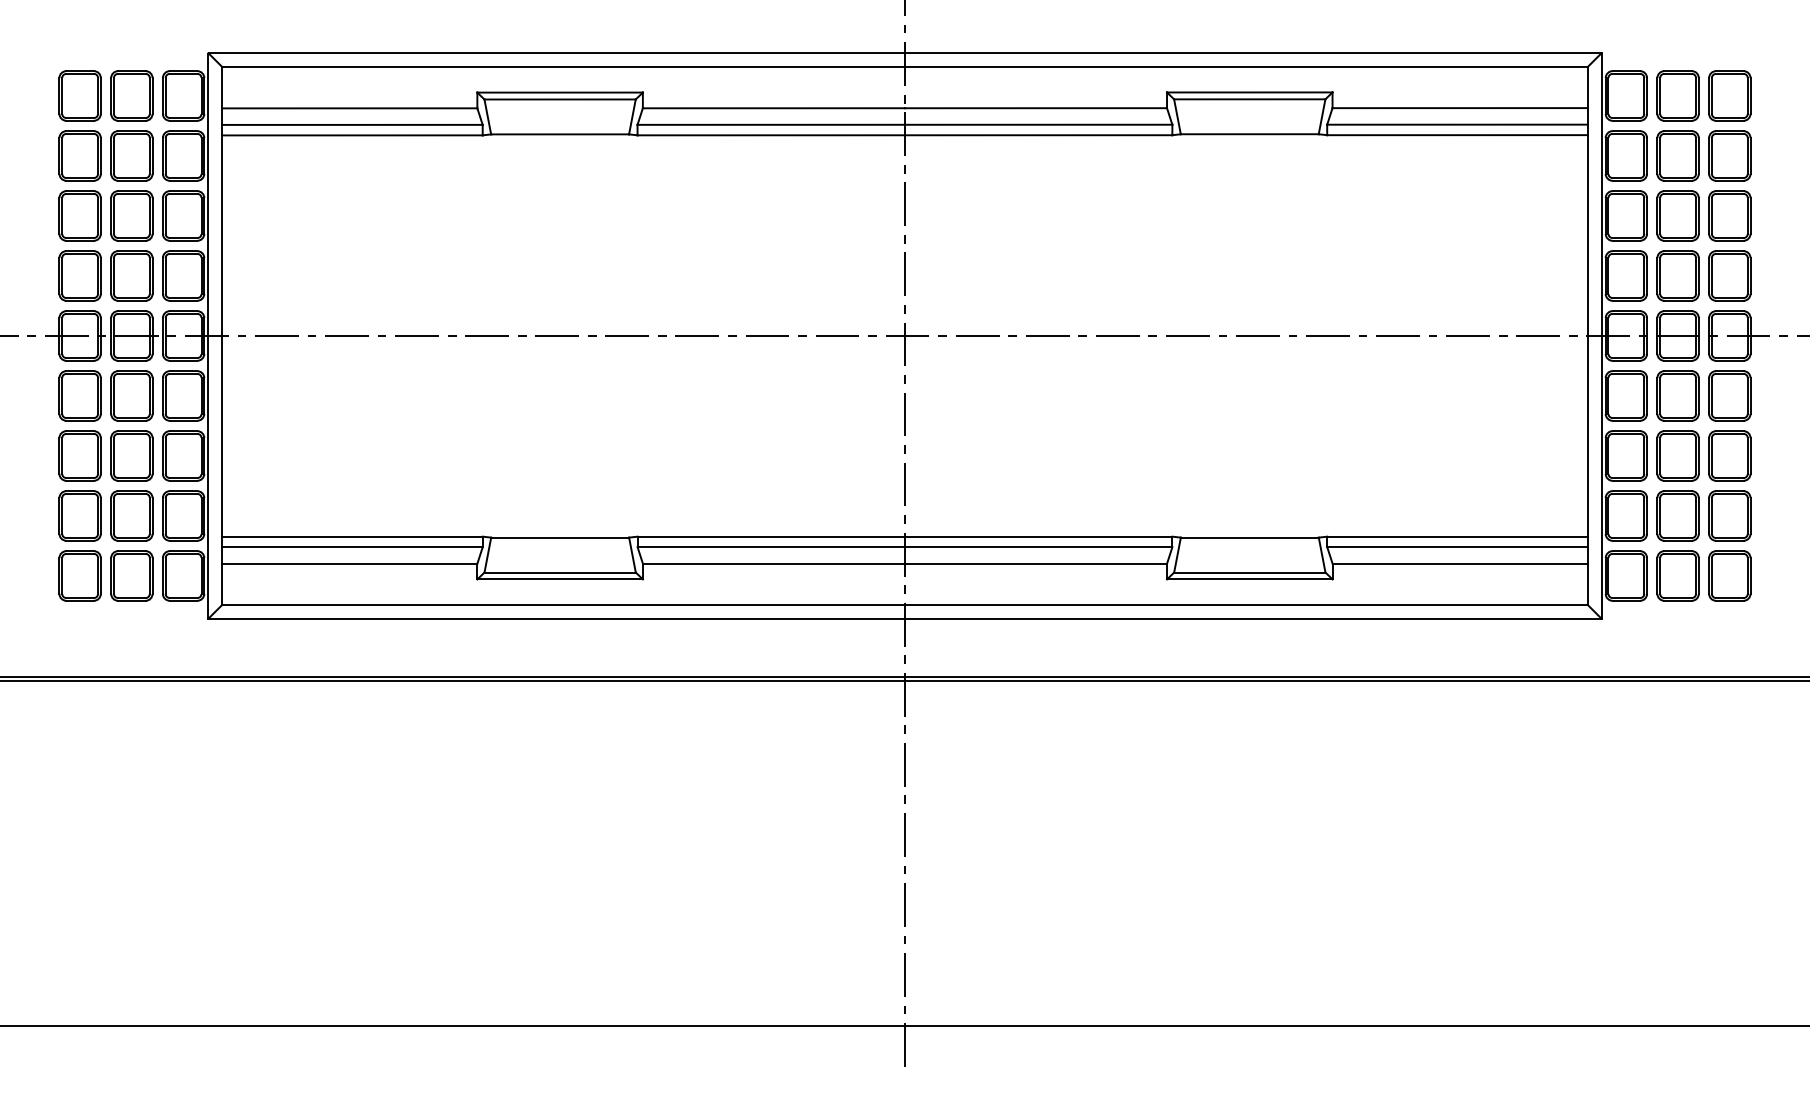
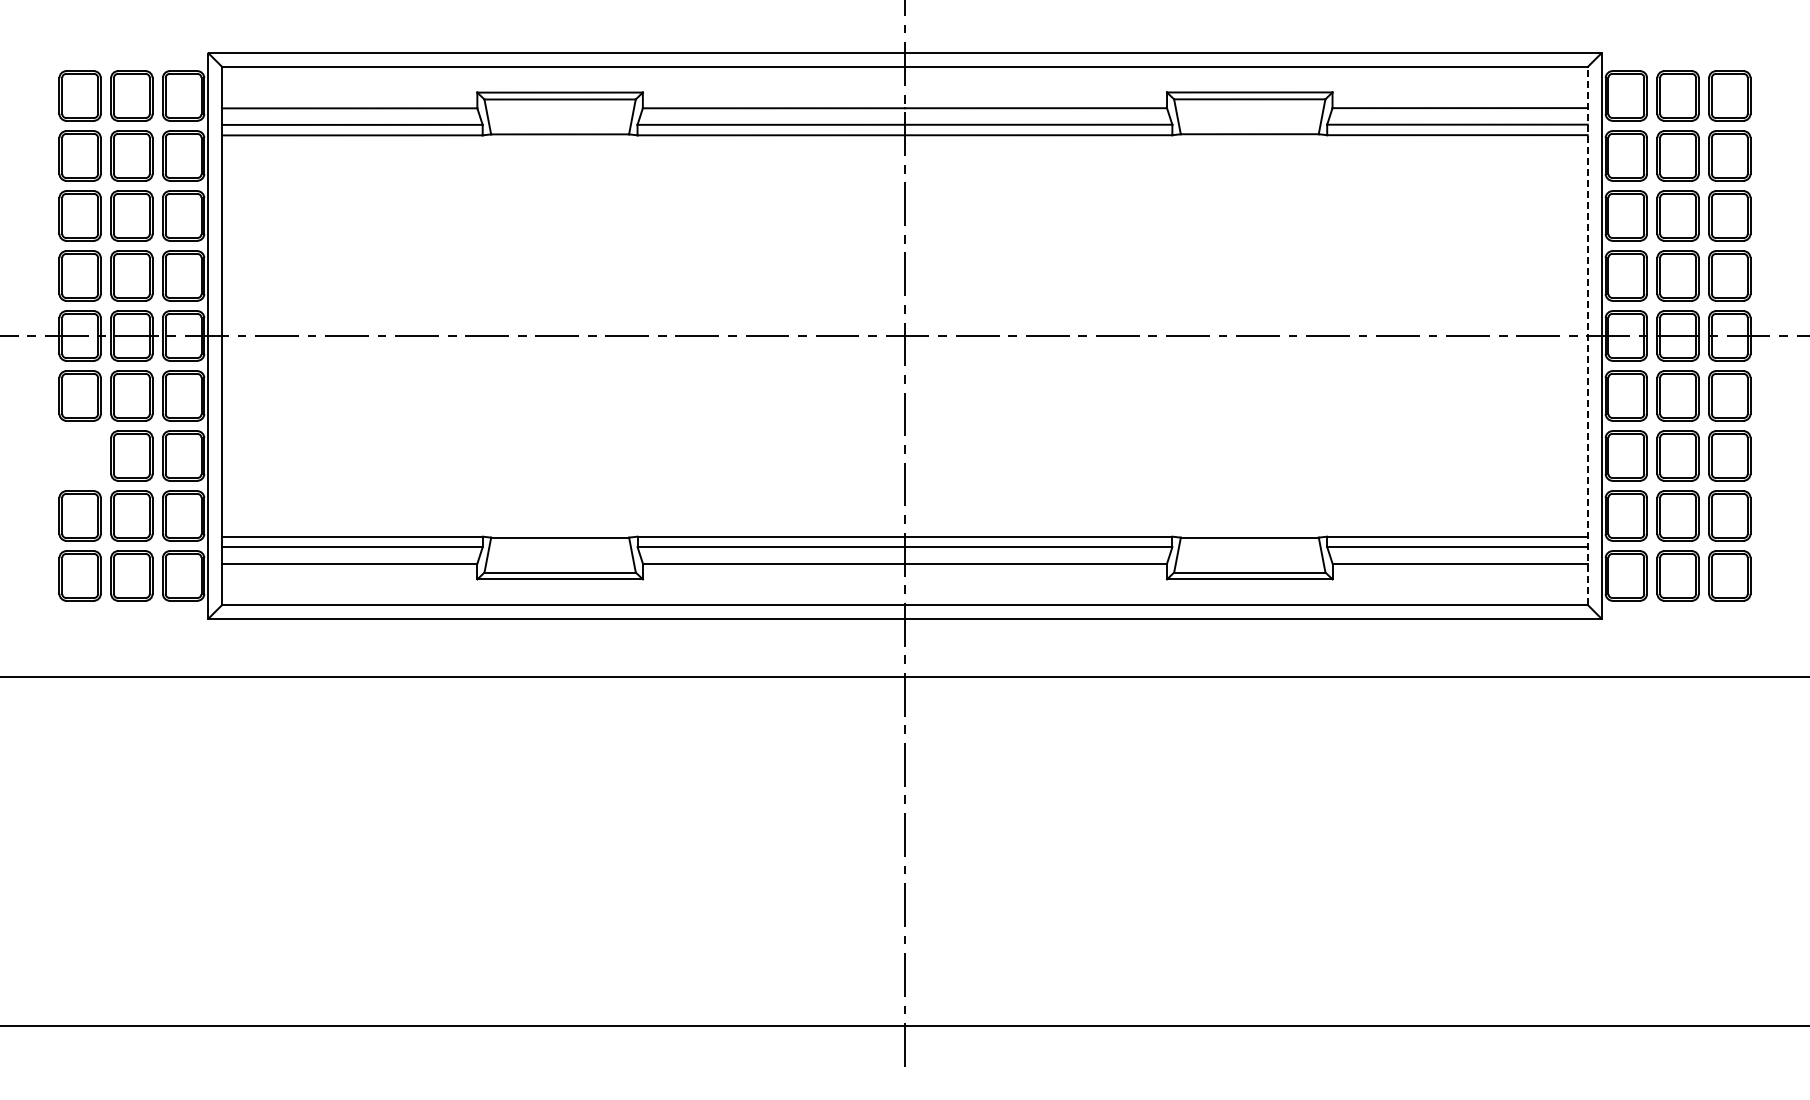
line at (1587, 335): solid -> dashed
part at (79, 455): present -> none
line at (904, 680): present -> none
